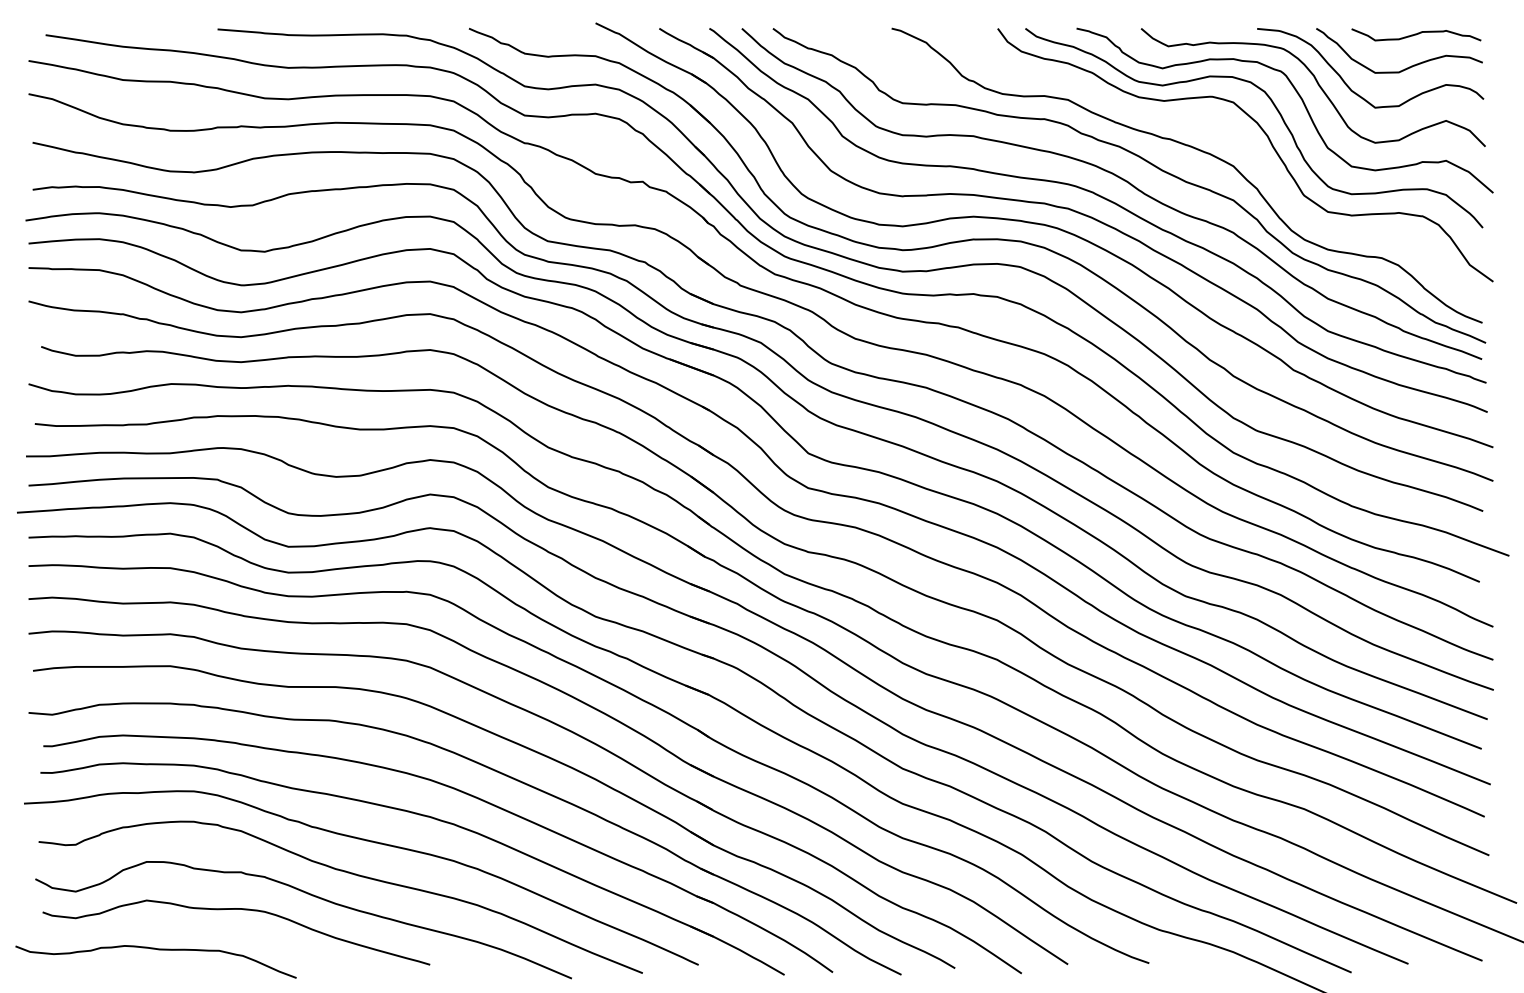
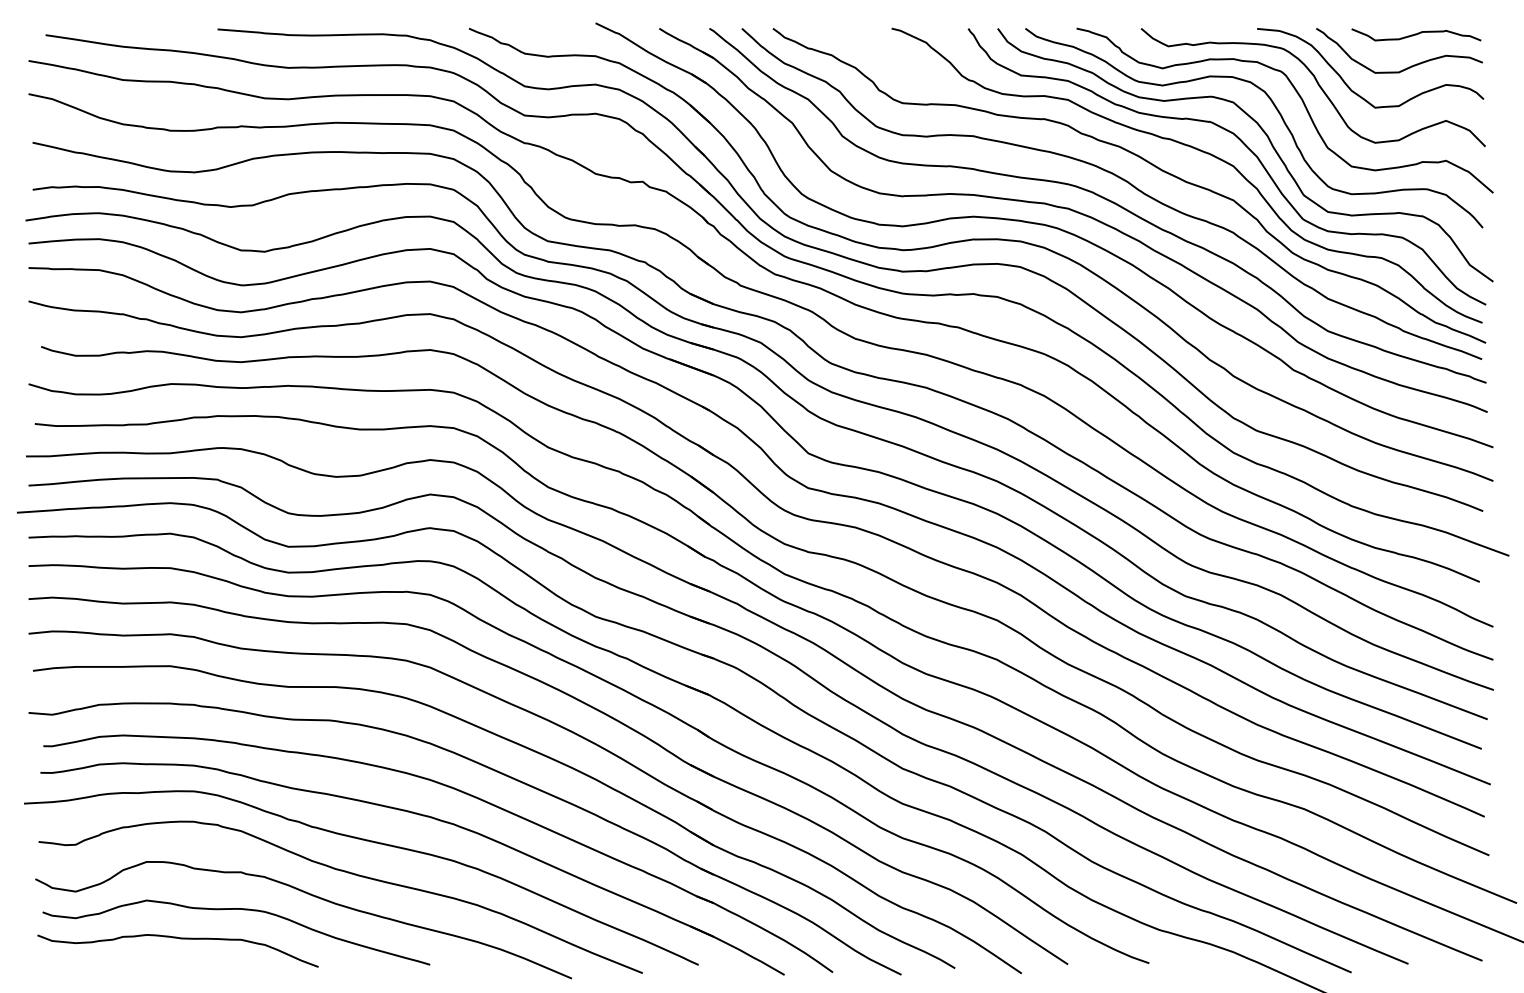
curve at (1245, 146): none -> present
curve at (158, 950) position: (158, 950) -> (180, 939)
